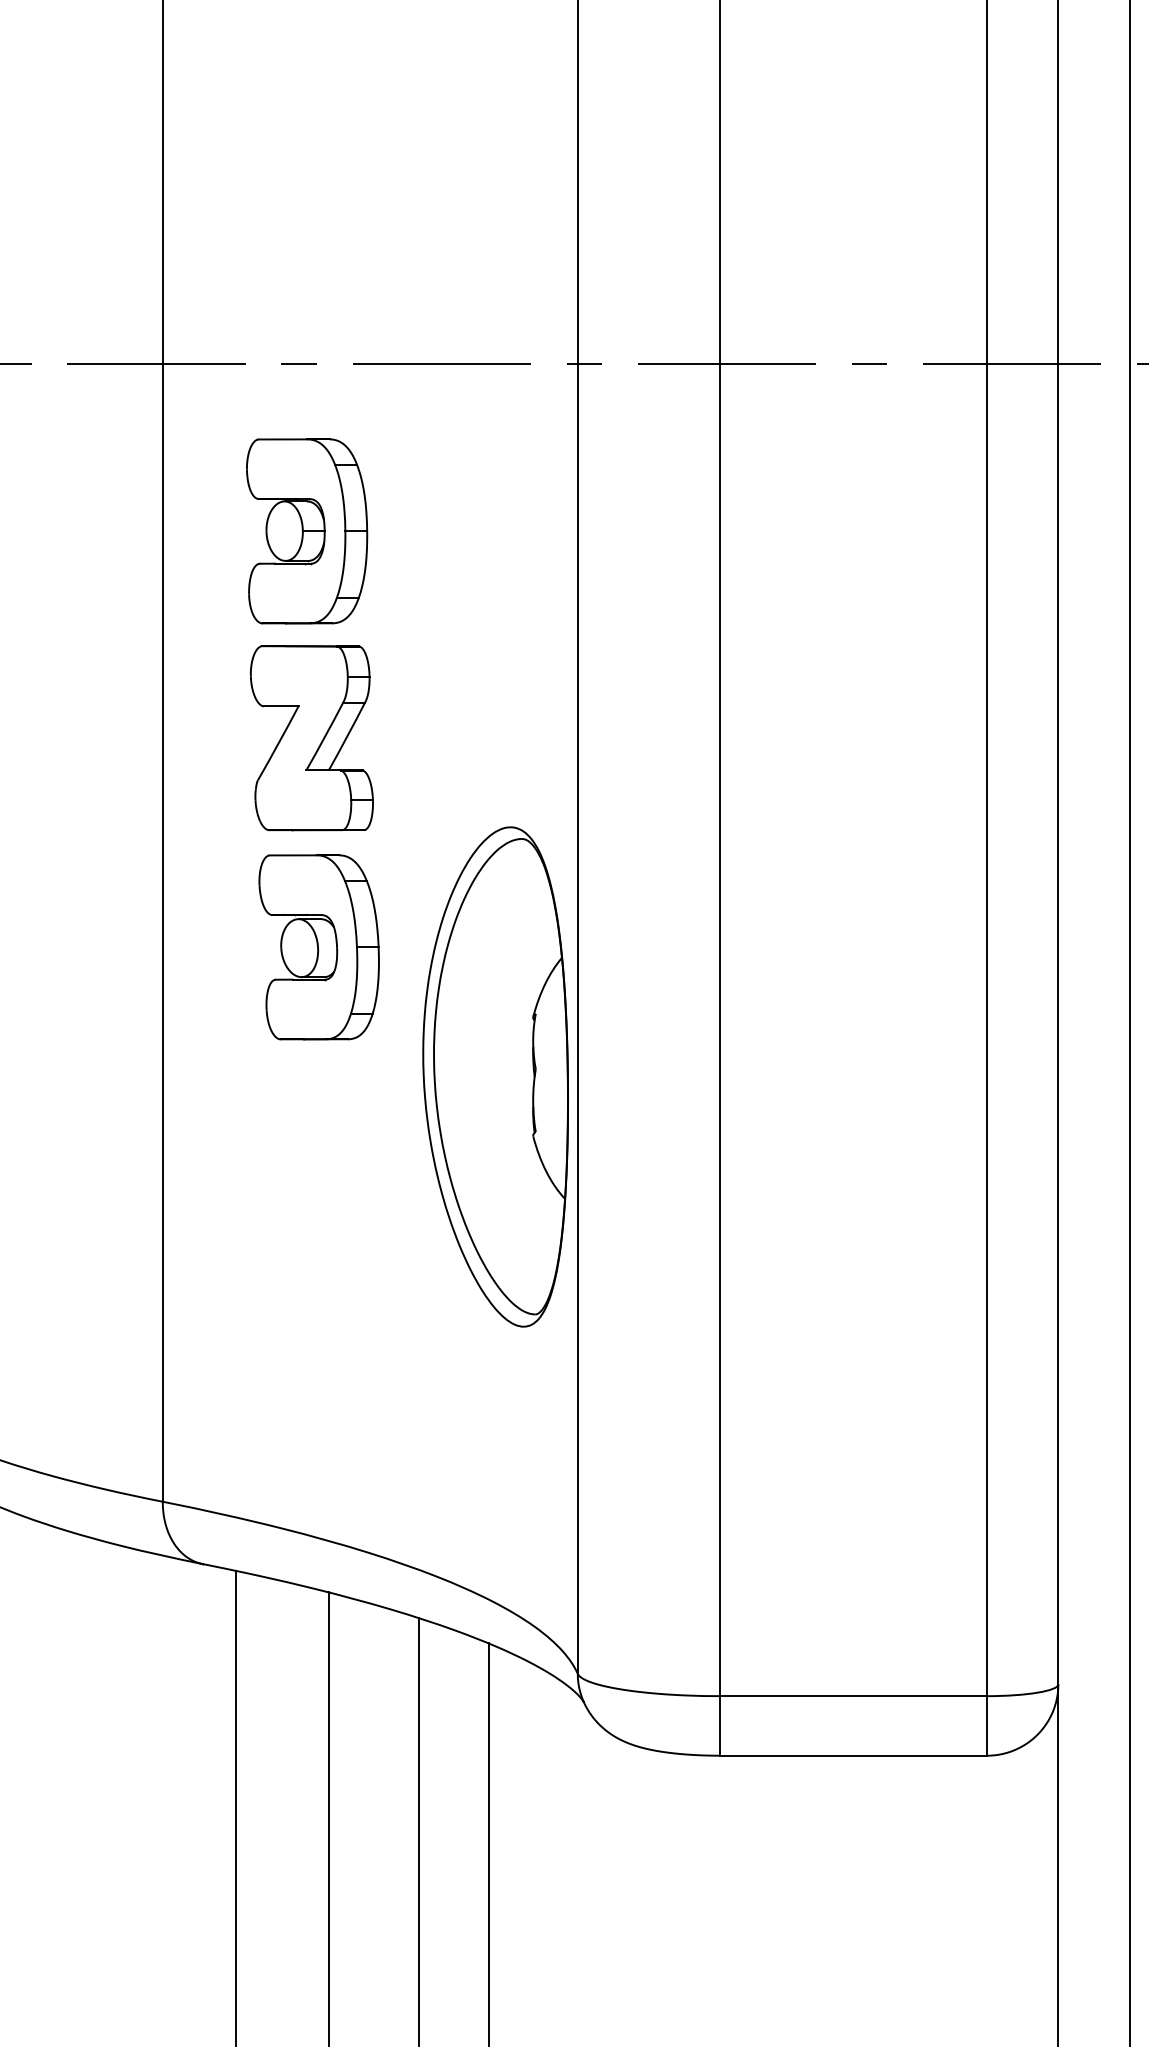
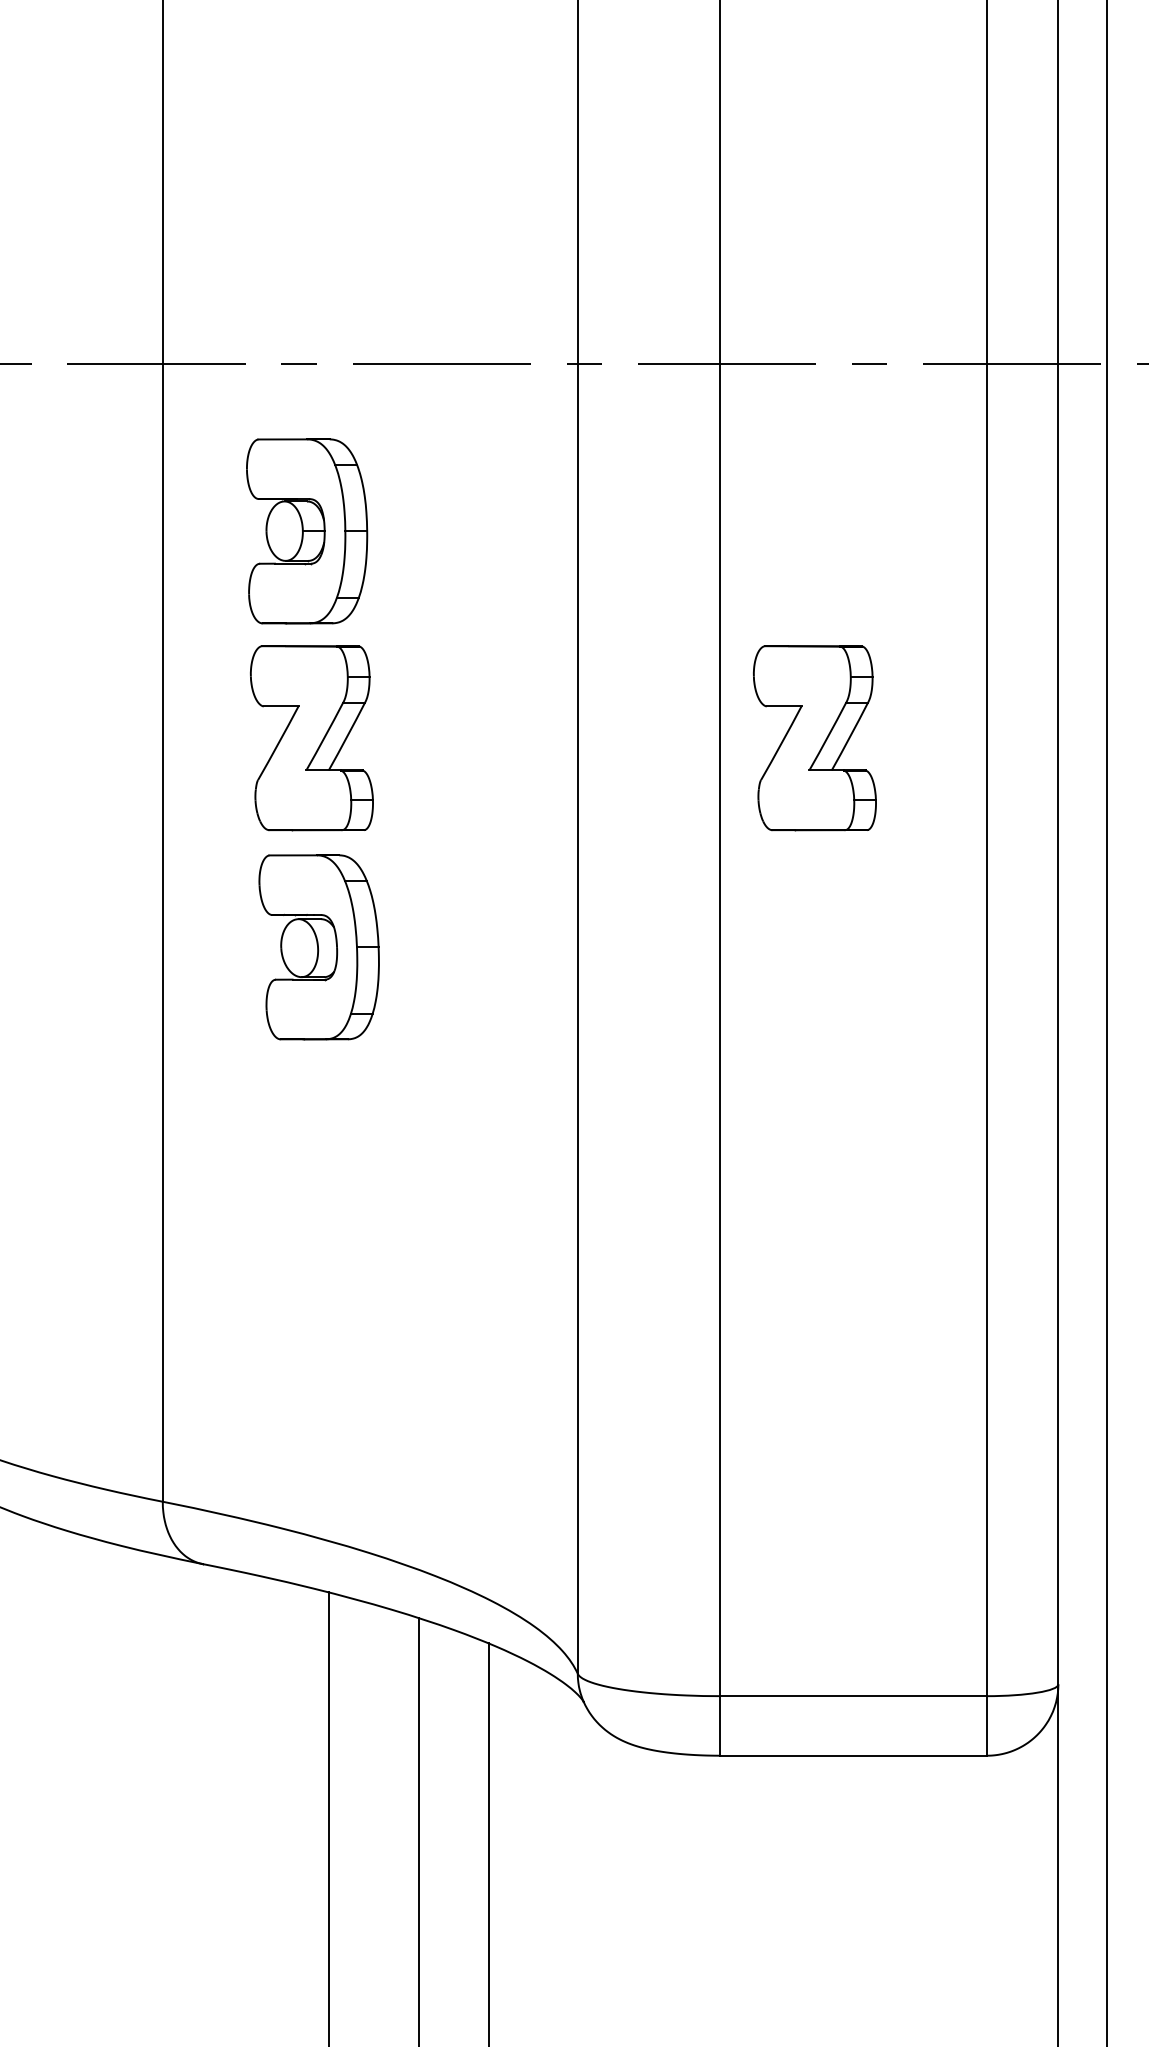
part at (814, 738): none -> present
line at (1129, 1022) position: (1129, 1022) -> (1106, 1022)
part at (495, 1076): present -> none
line at (235, 1806): present -> none
